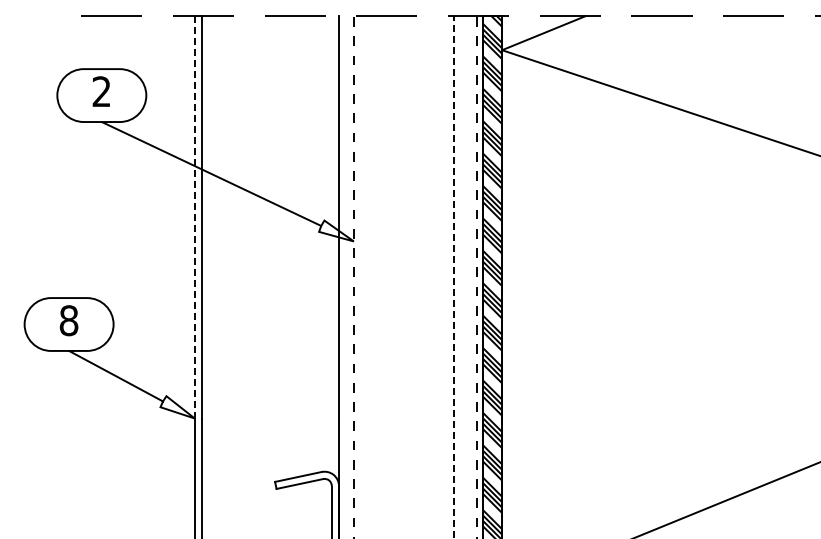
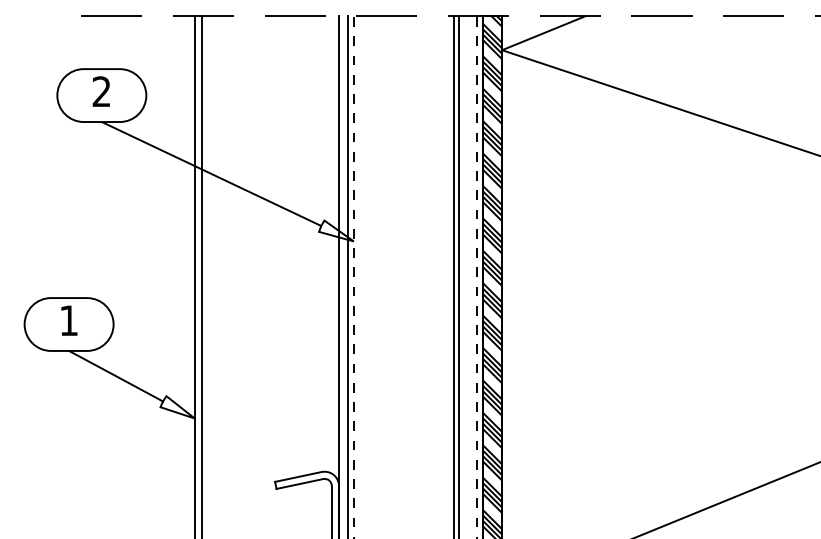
line at (194, 216): dashed -> solid
line at (348, 275): none -> present
line at (459, 275): none -> present
line at (453, 276): dashed -> solid
text at (68, 320): 8 -> 1
